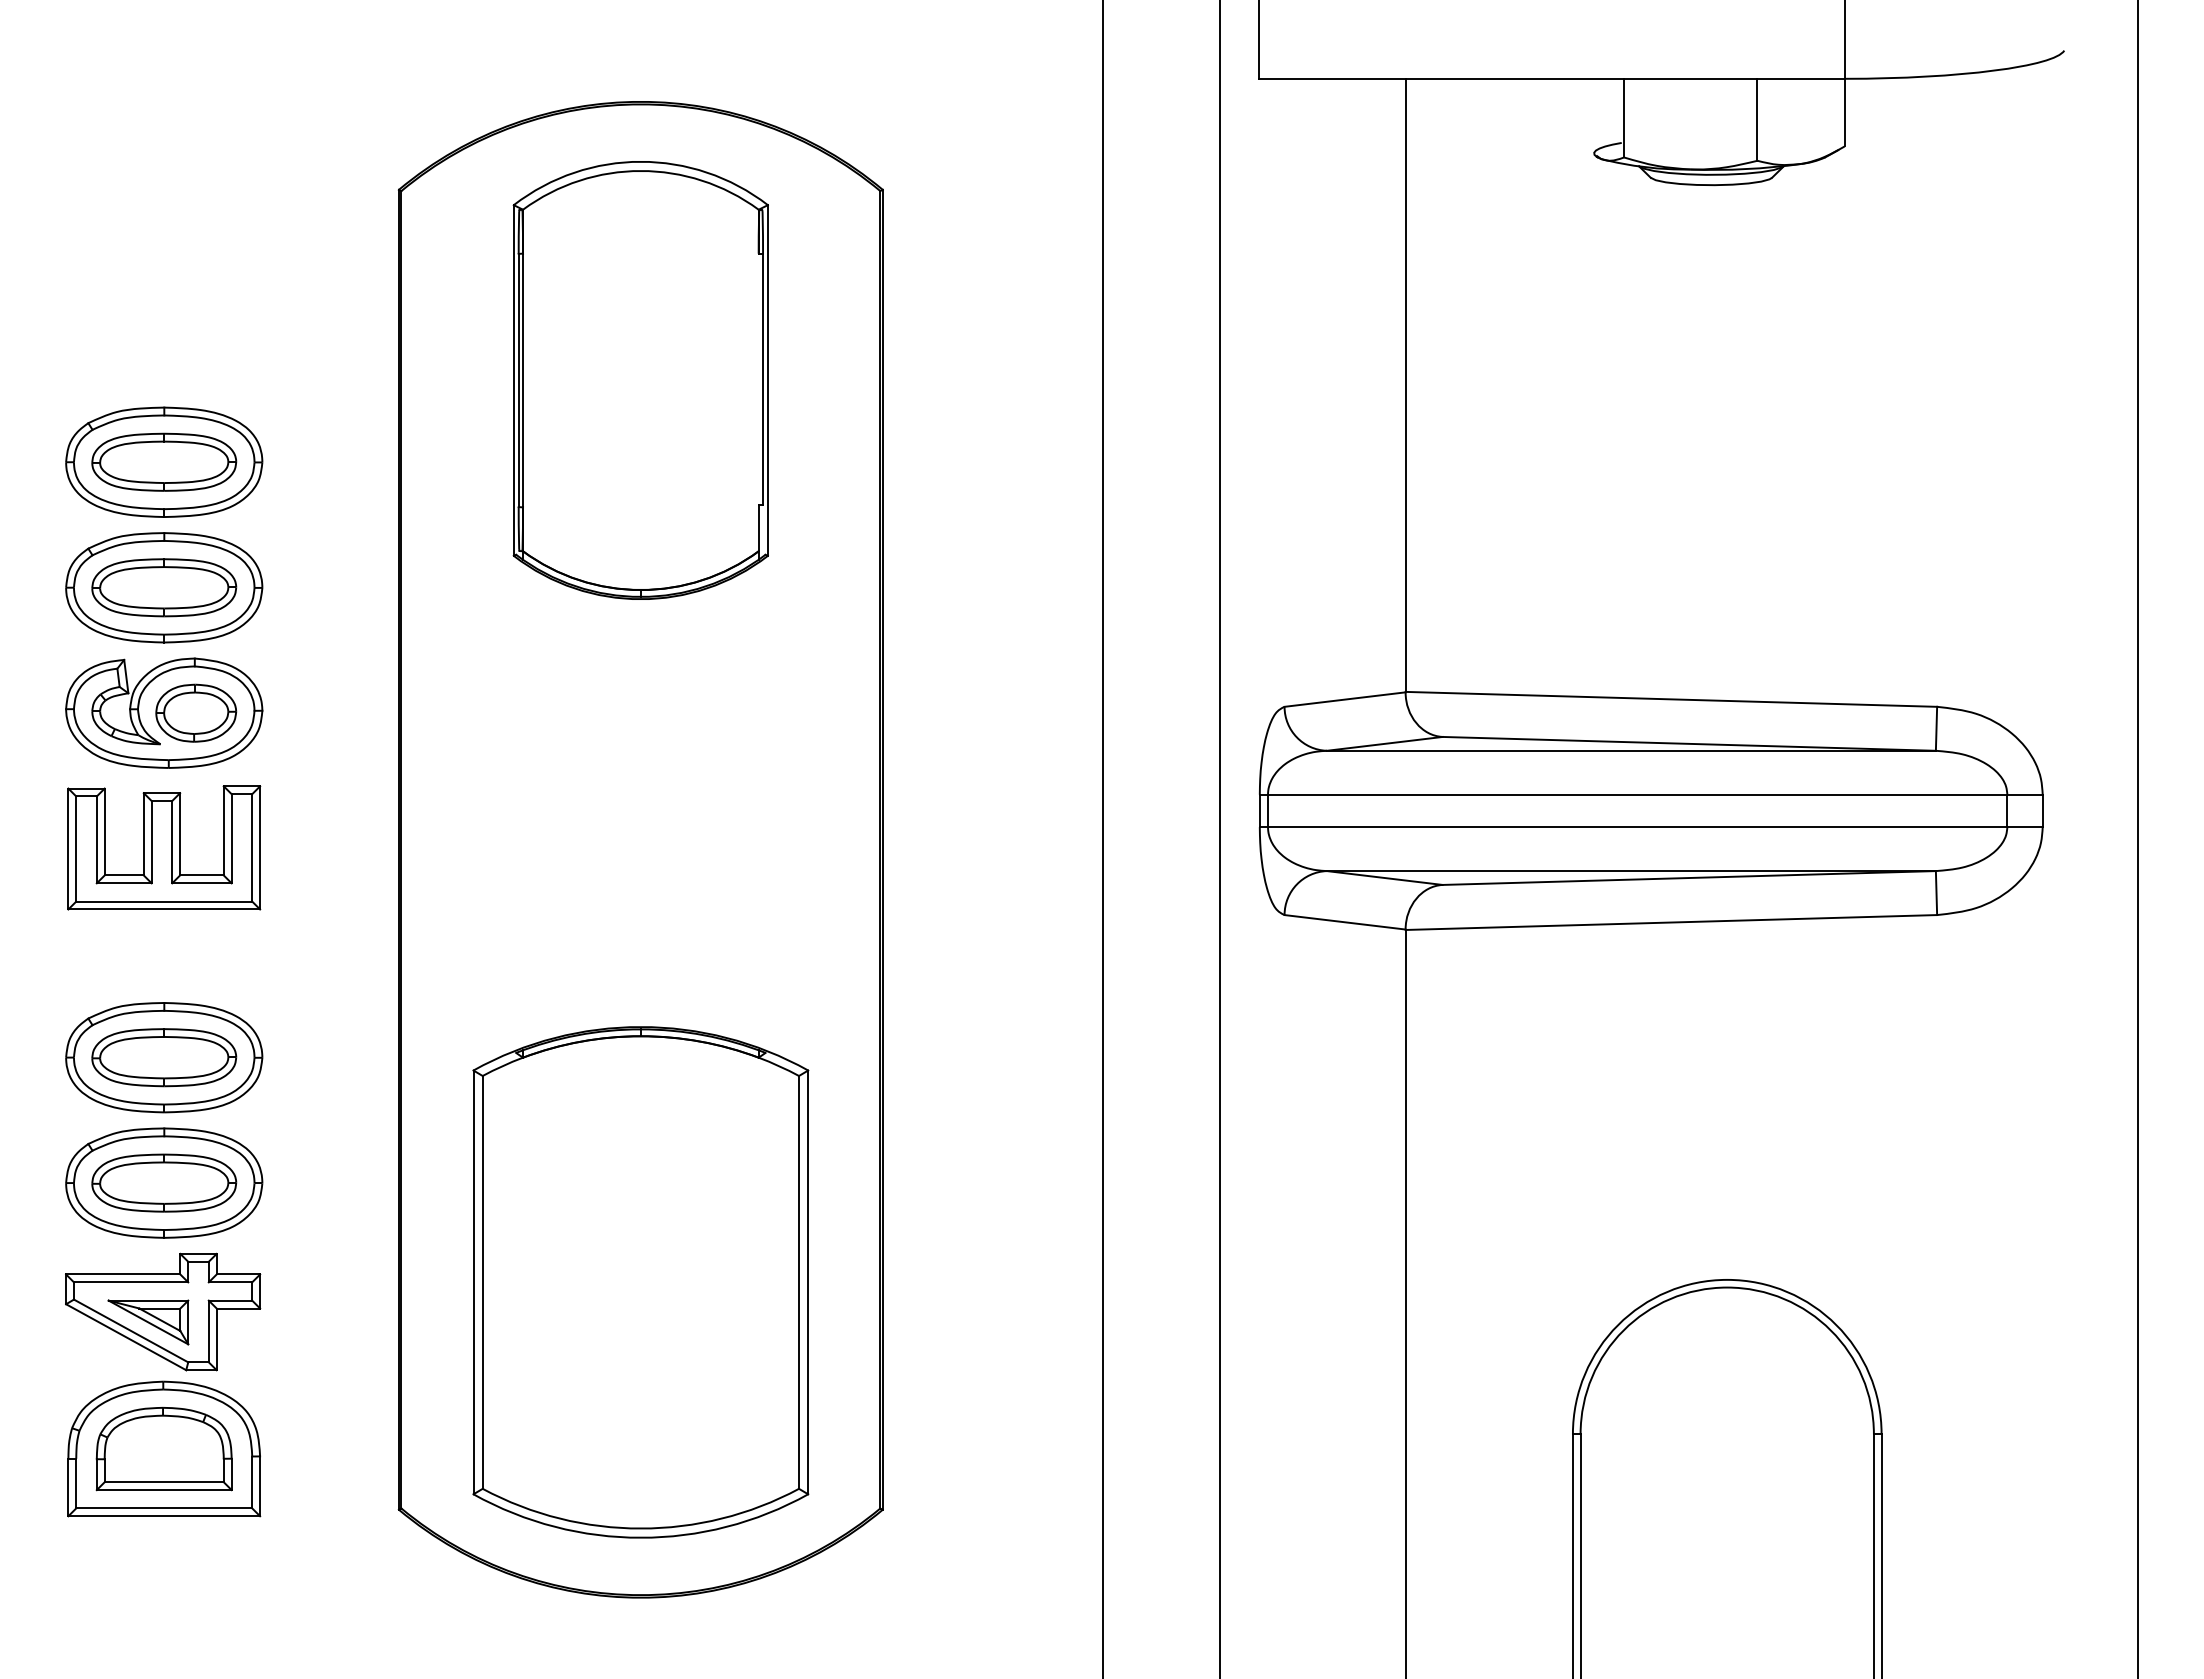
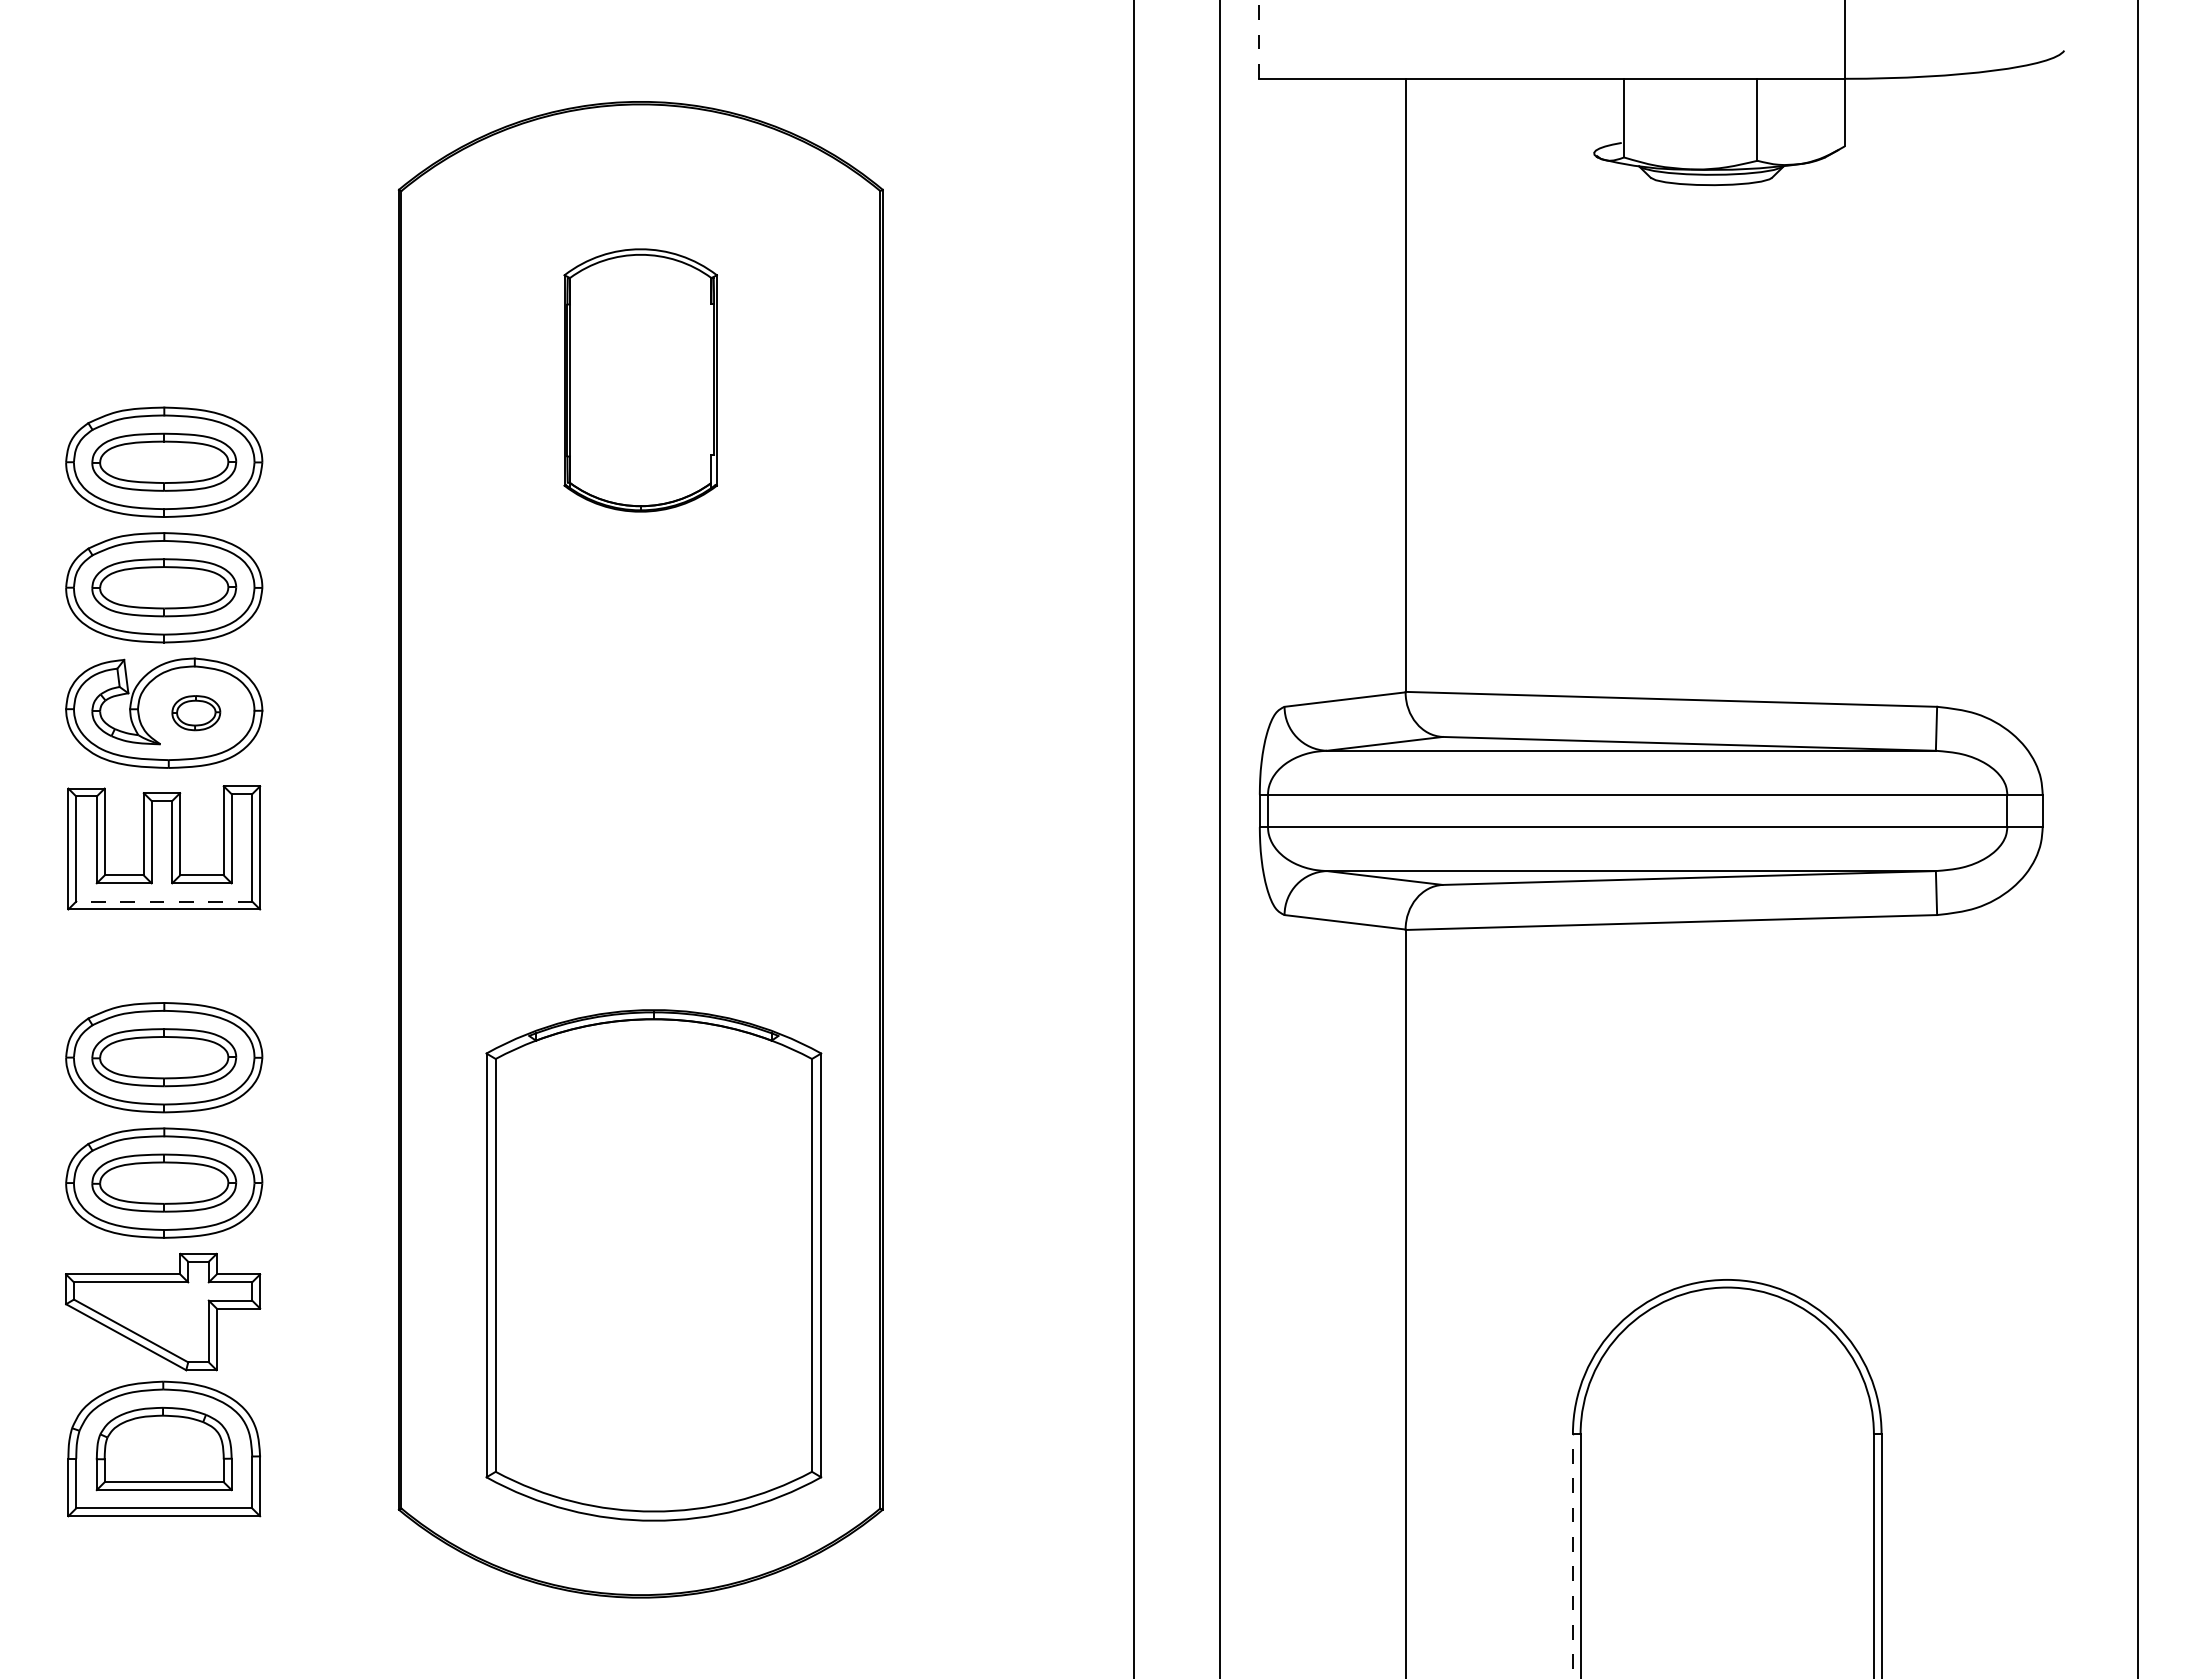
line at (1259, 39): solid -> dashed
part at (640, 380) size: 257x439 px -> 155x265 px
part at (196, 712) size: 83x60 px -> 51x37 px
line at (1102, 838) position: (1102, 838) -> (1133, 838)
line at (164, 901): solid -> dashed
part at (640, 1282) position: (640, 1282) -> (653, 1265)
part at (148, 1322): present -> none
line at (1572, 1556): solid -> dashed
